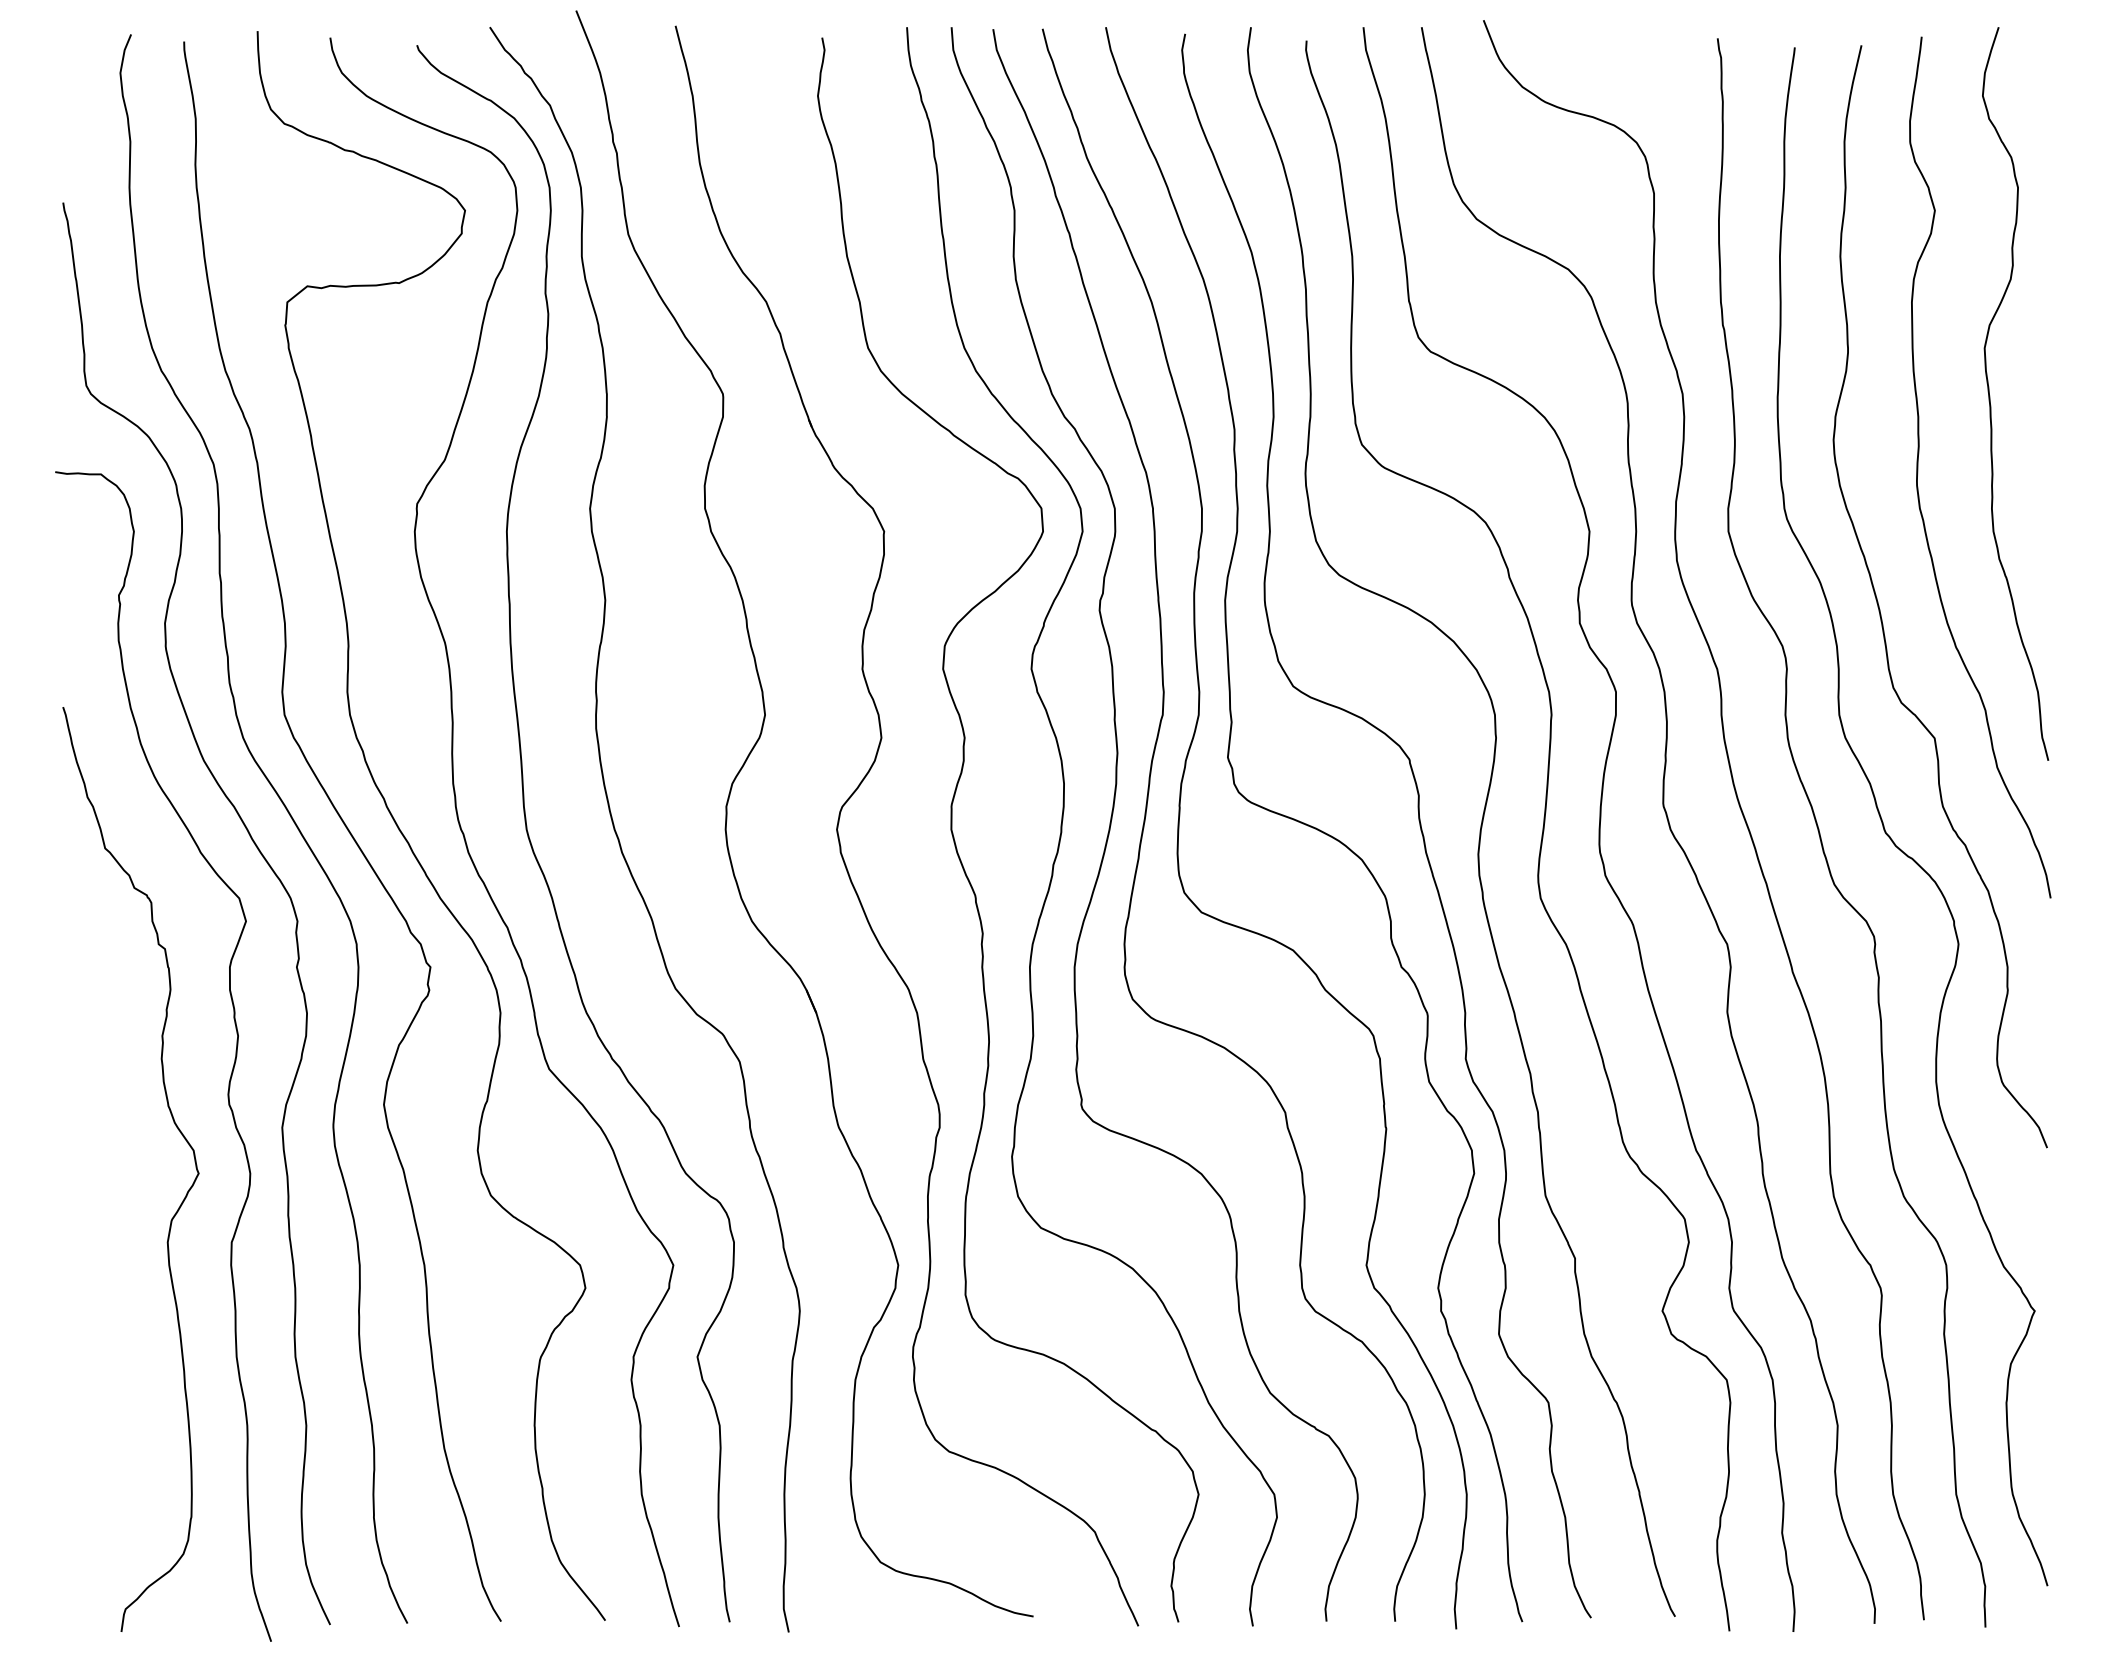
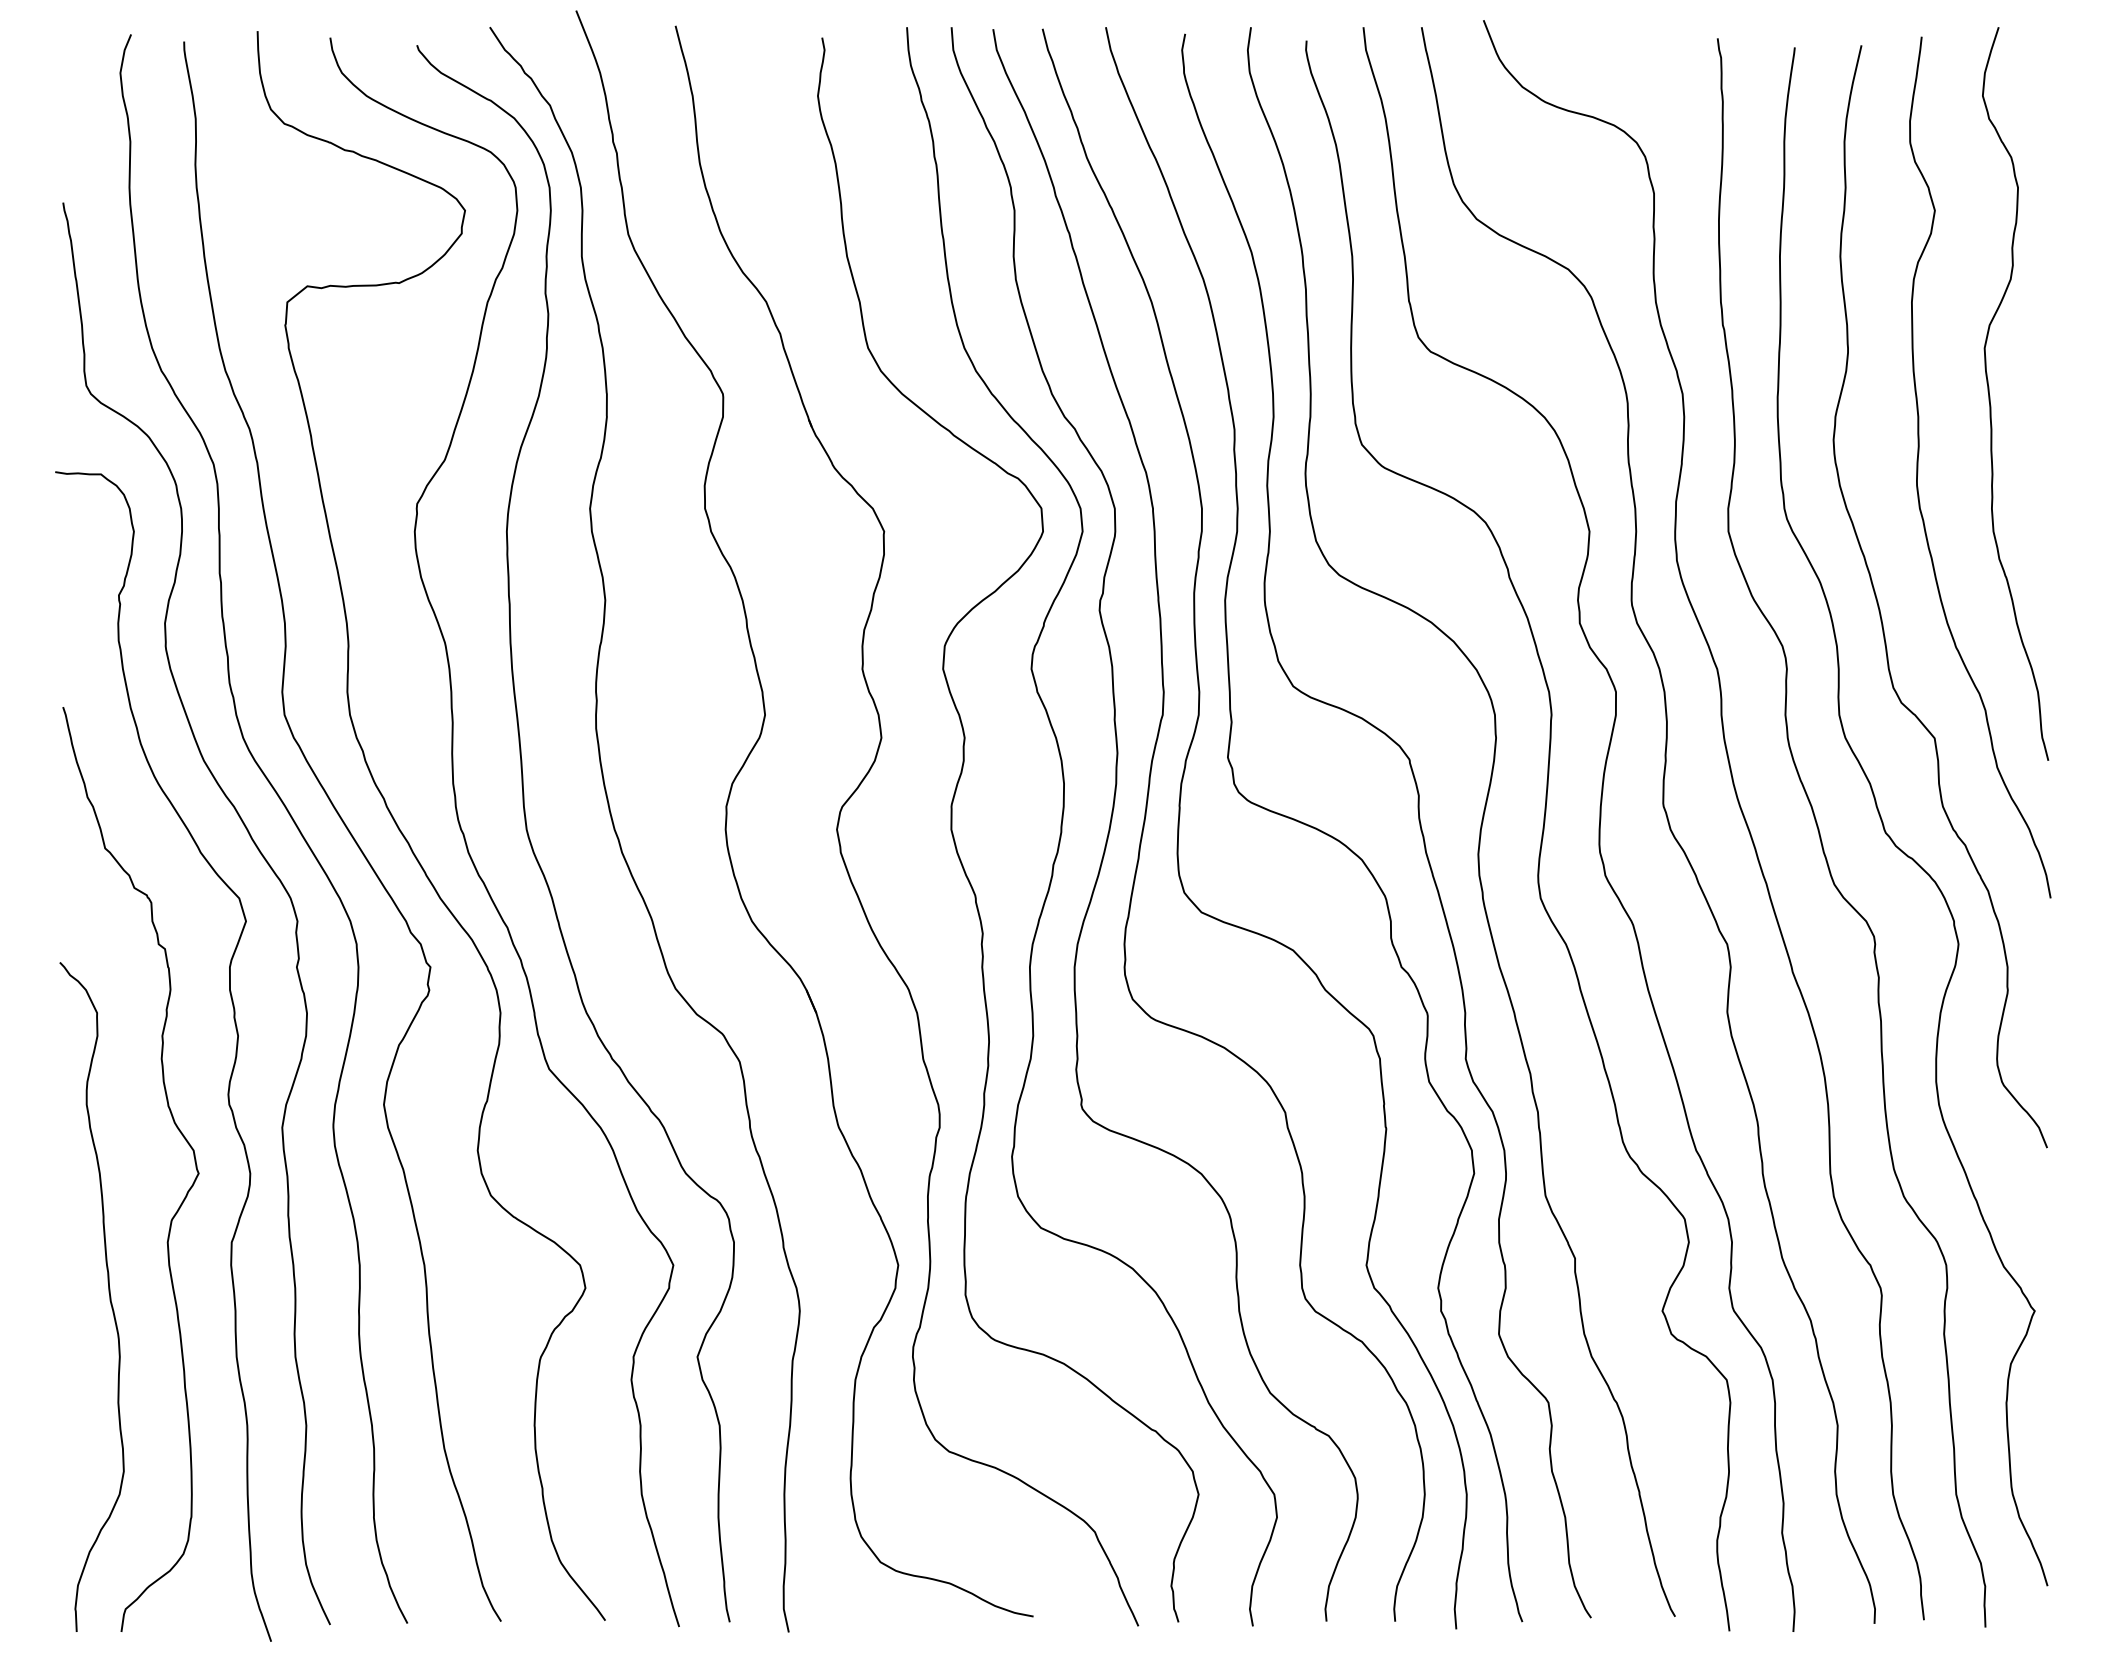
curve at (108, 1292): none -> present
